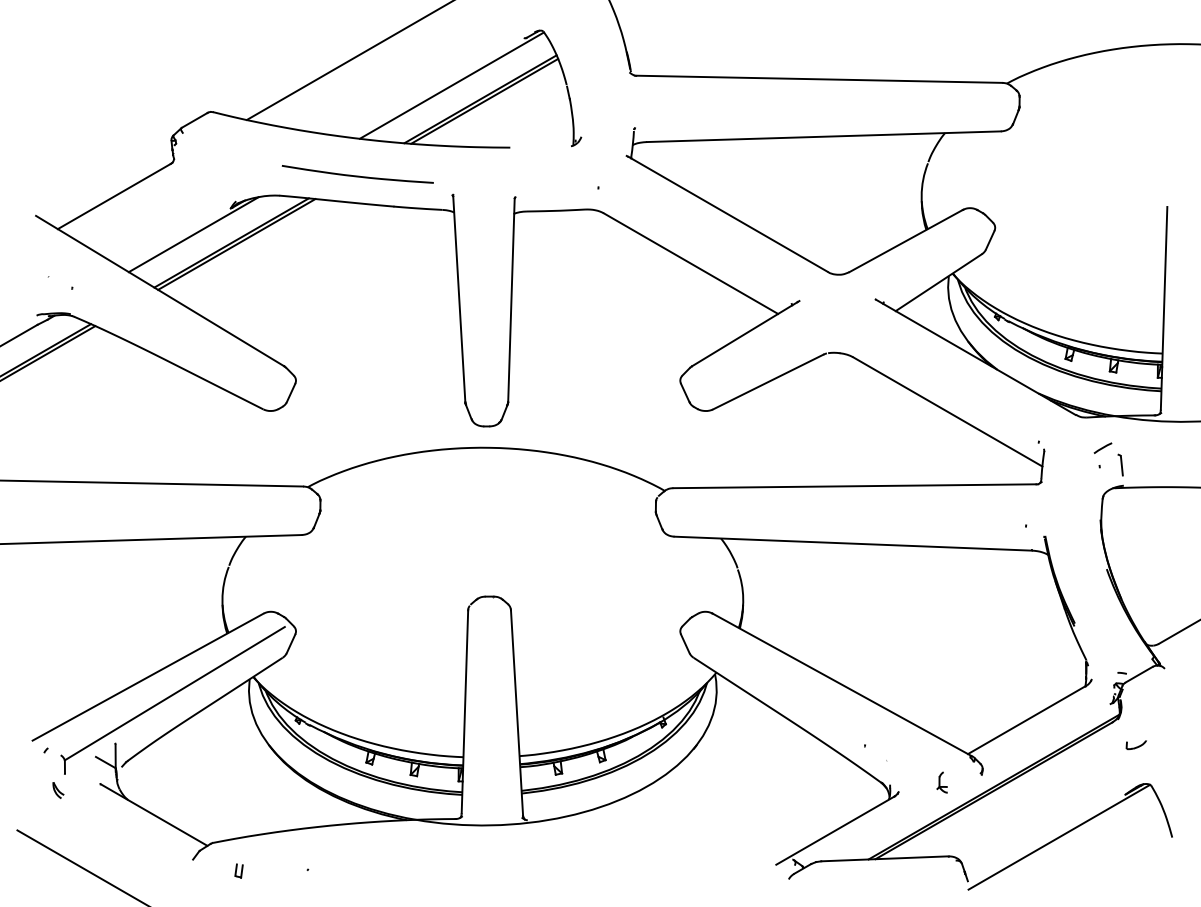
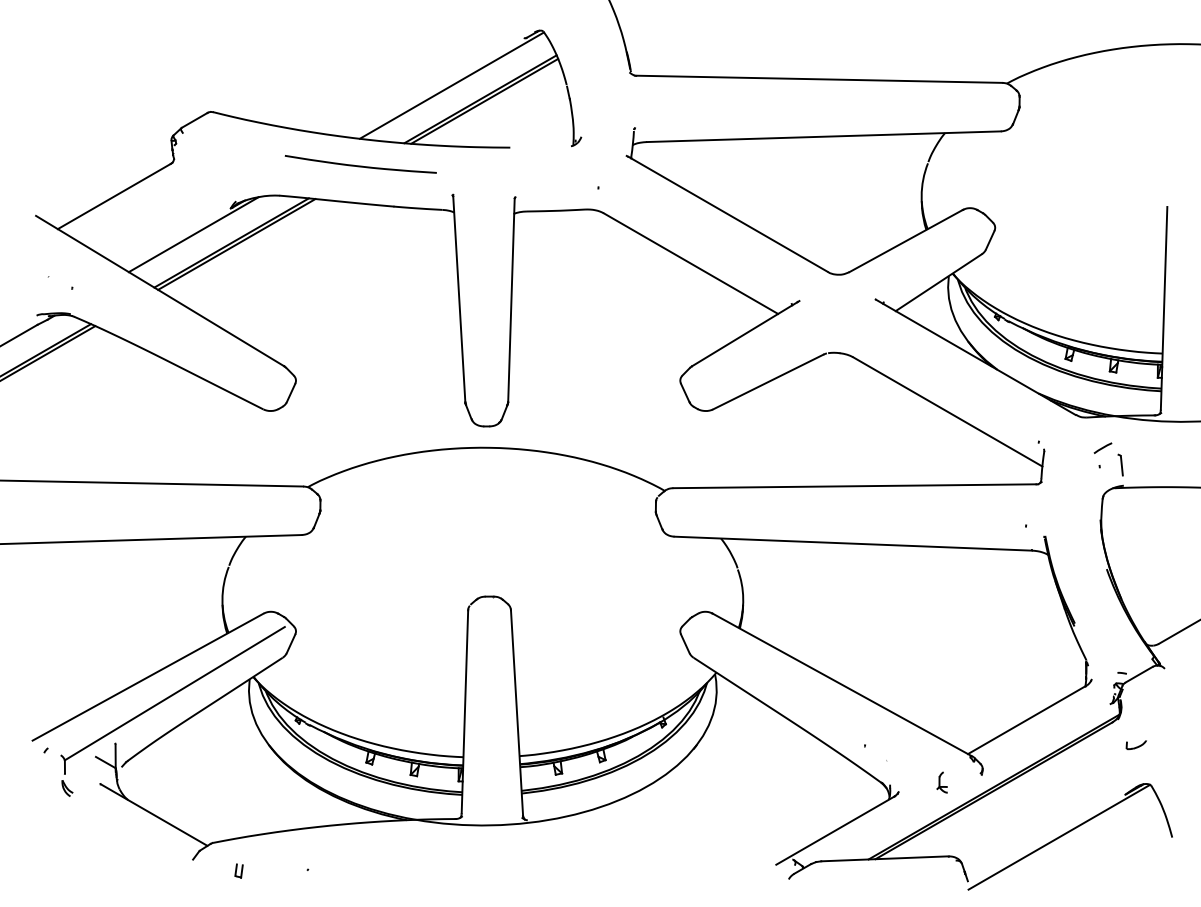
line at (348, 60): present -> none
curve at (357, 175) position: (357, 175) -> (360, 165)
part at (58, 790) position: (58, 790) -> (67, 788)
line at (80, 866): present -> none
